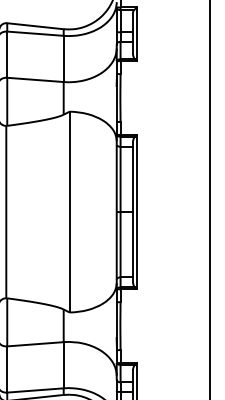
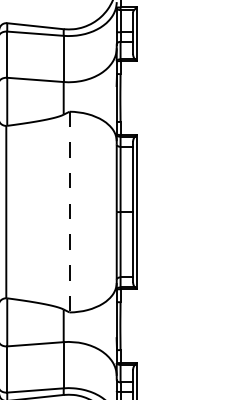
line at (209, 199): present -> none
line at (69, 212): solid -> dashed
